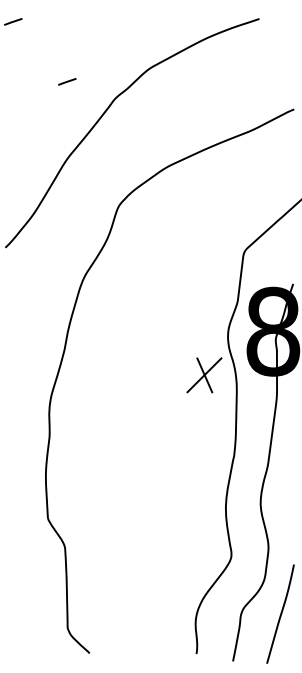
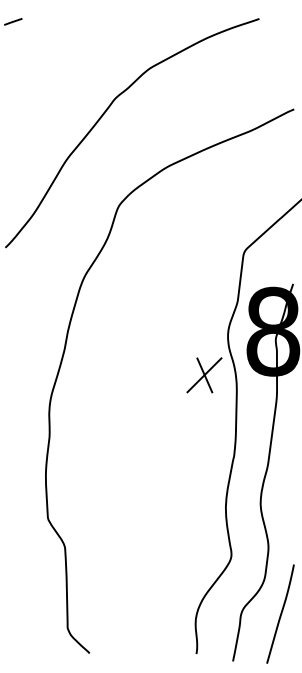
line at (67, 81): present -> none
